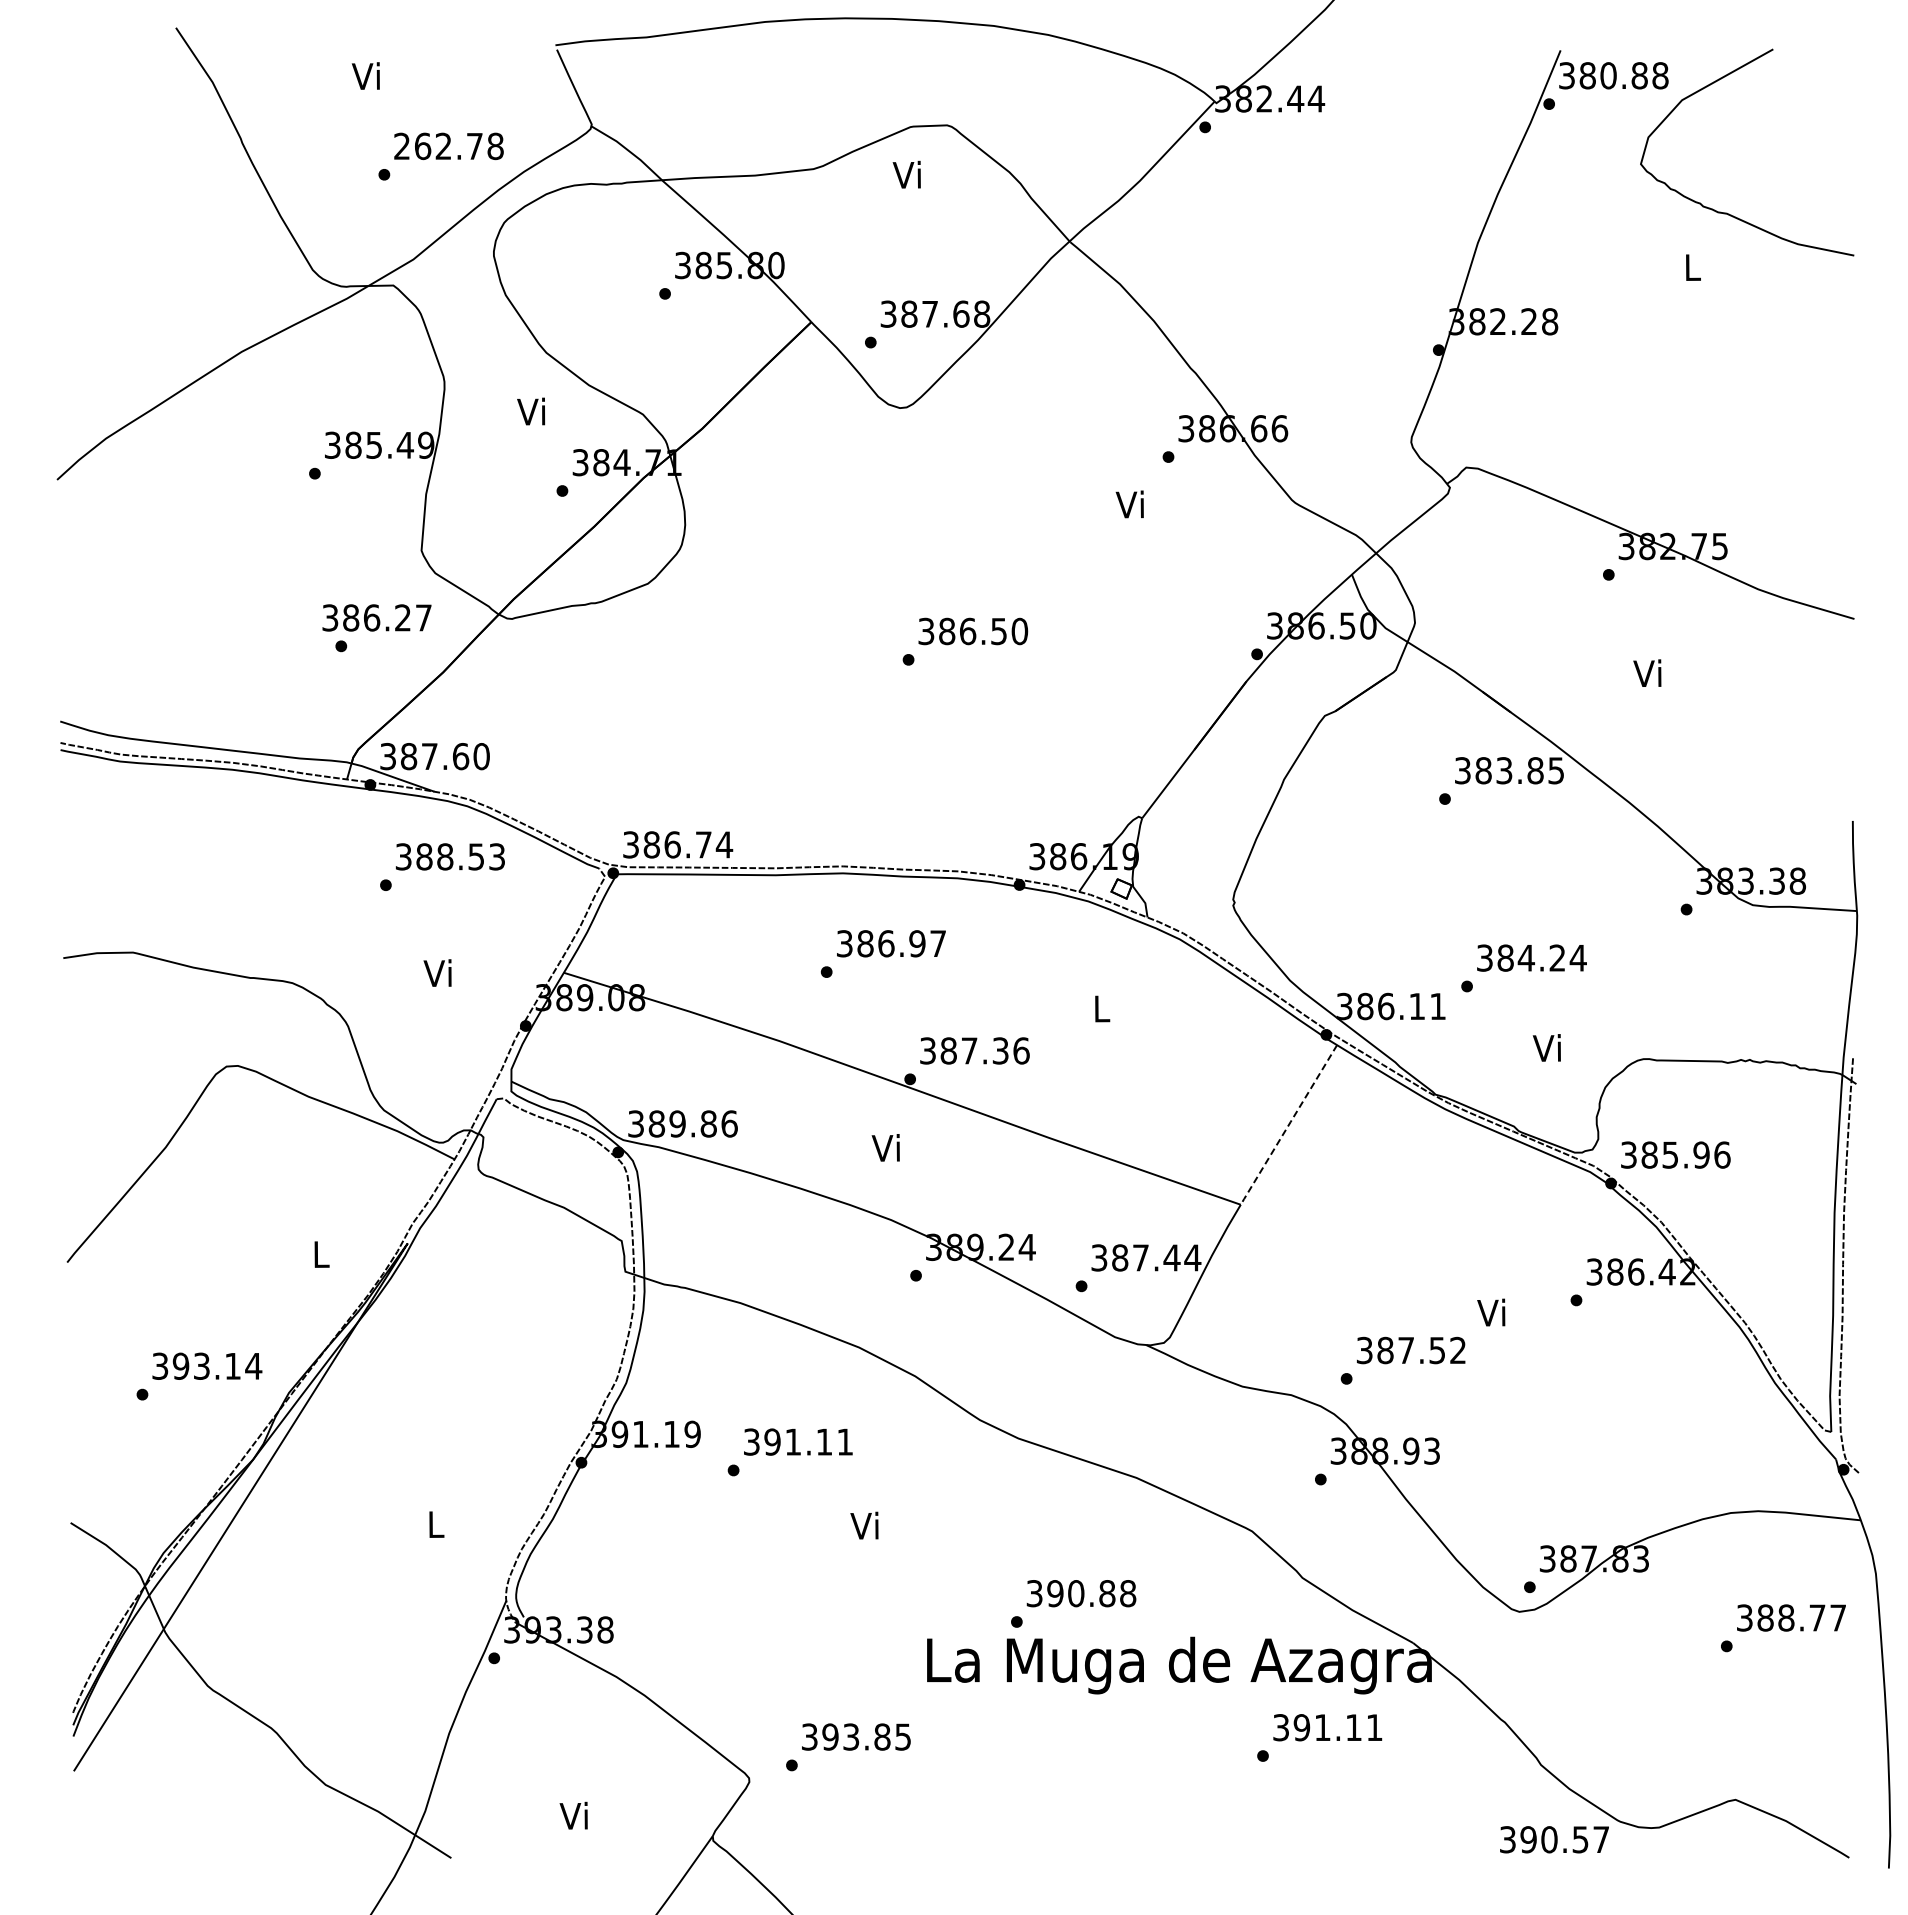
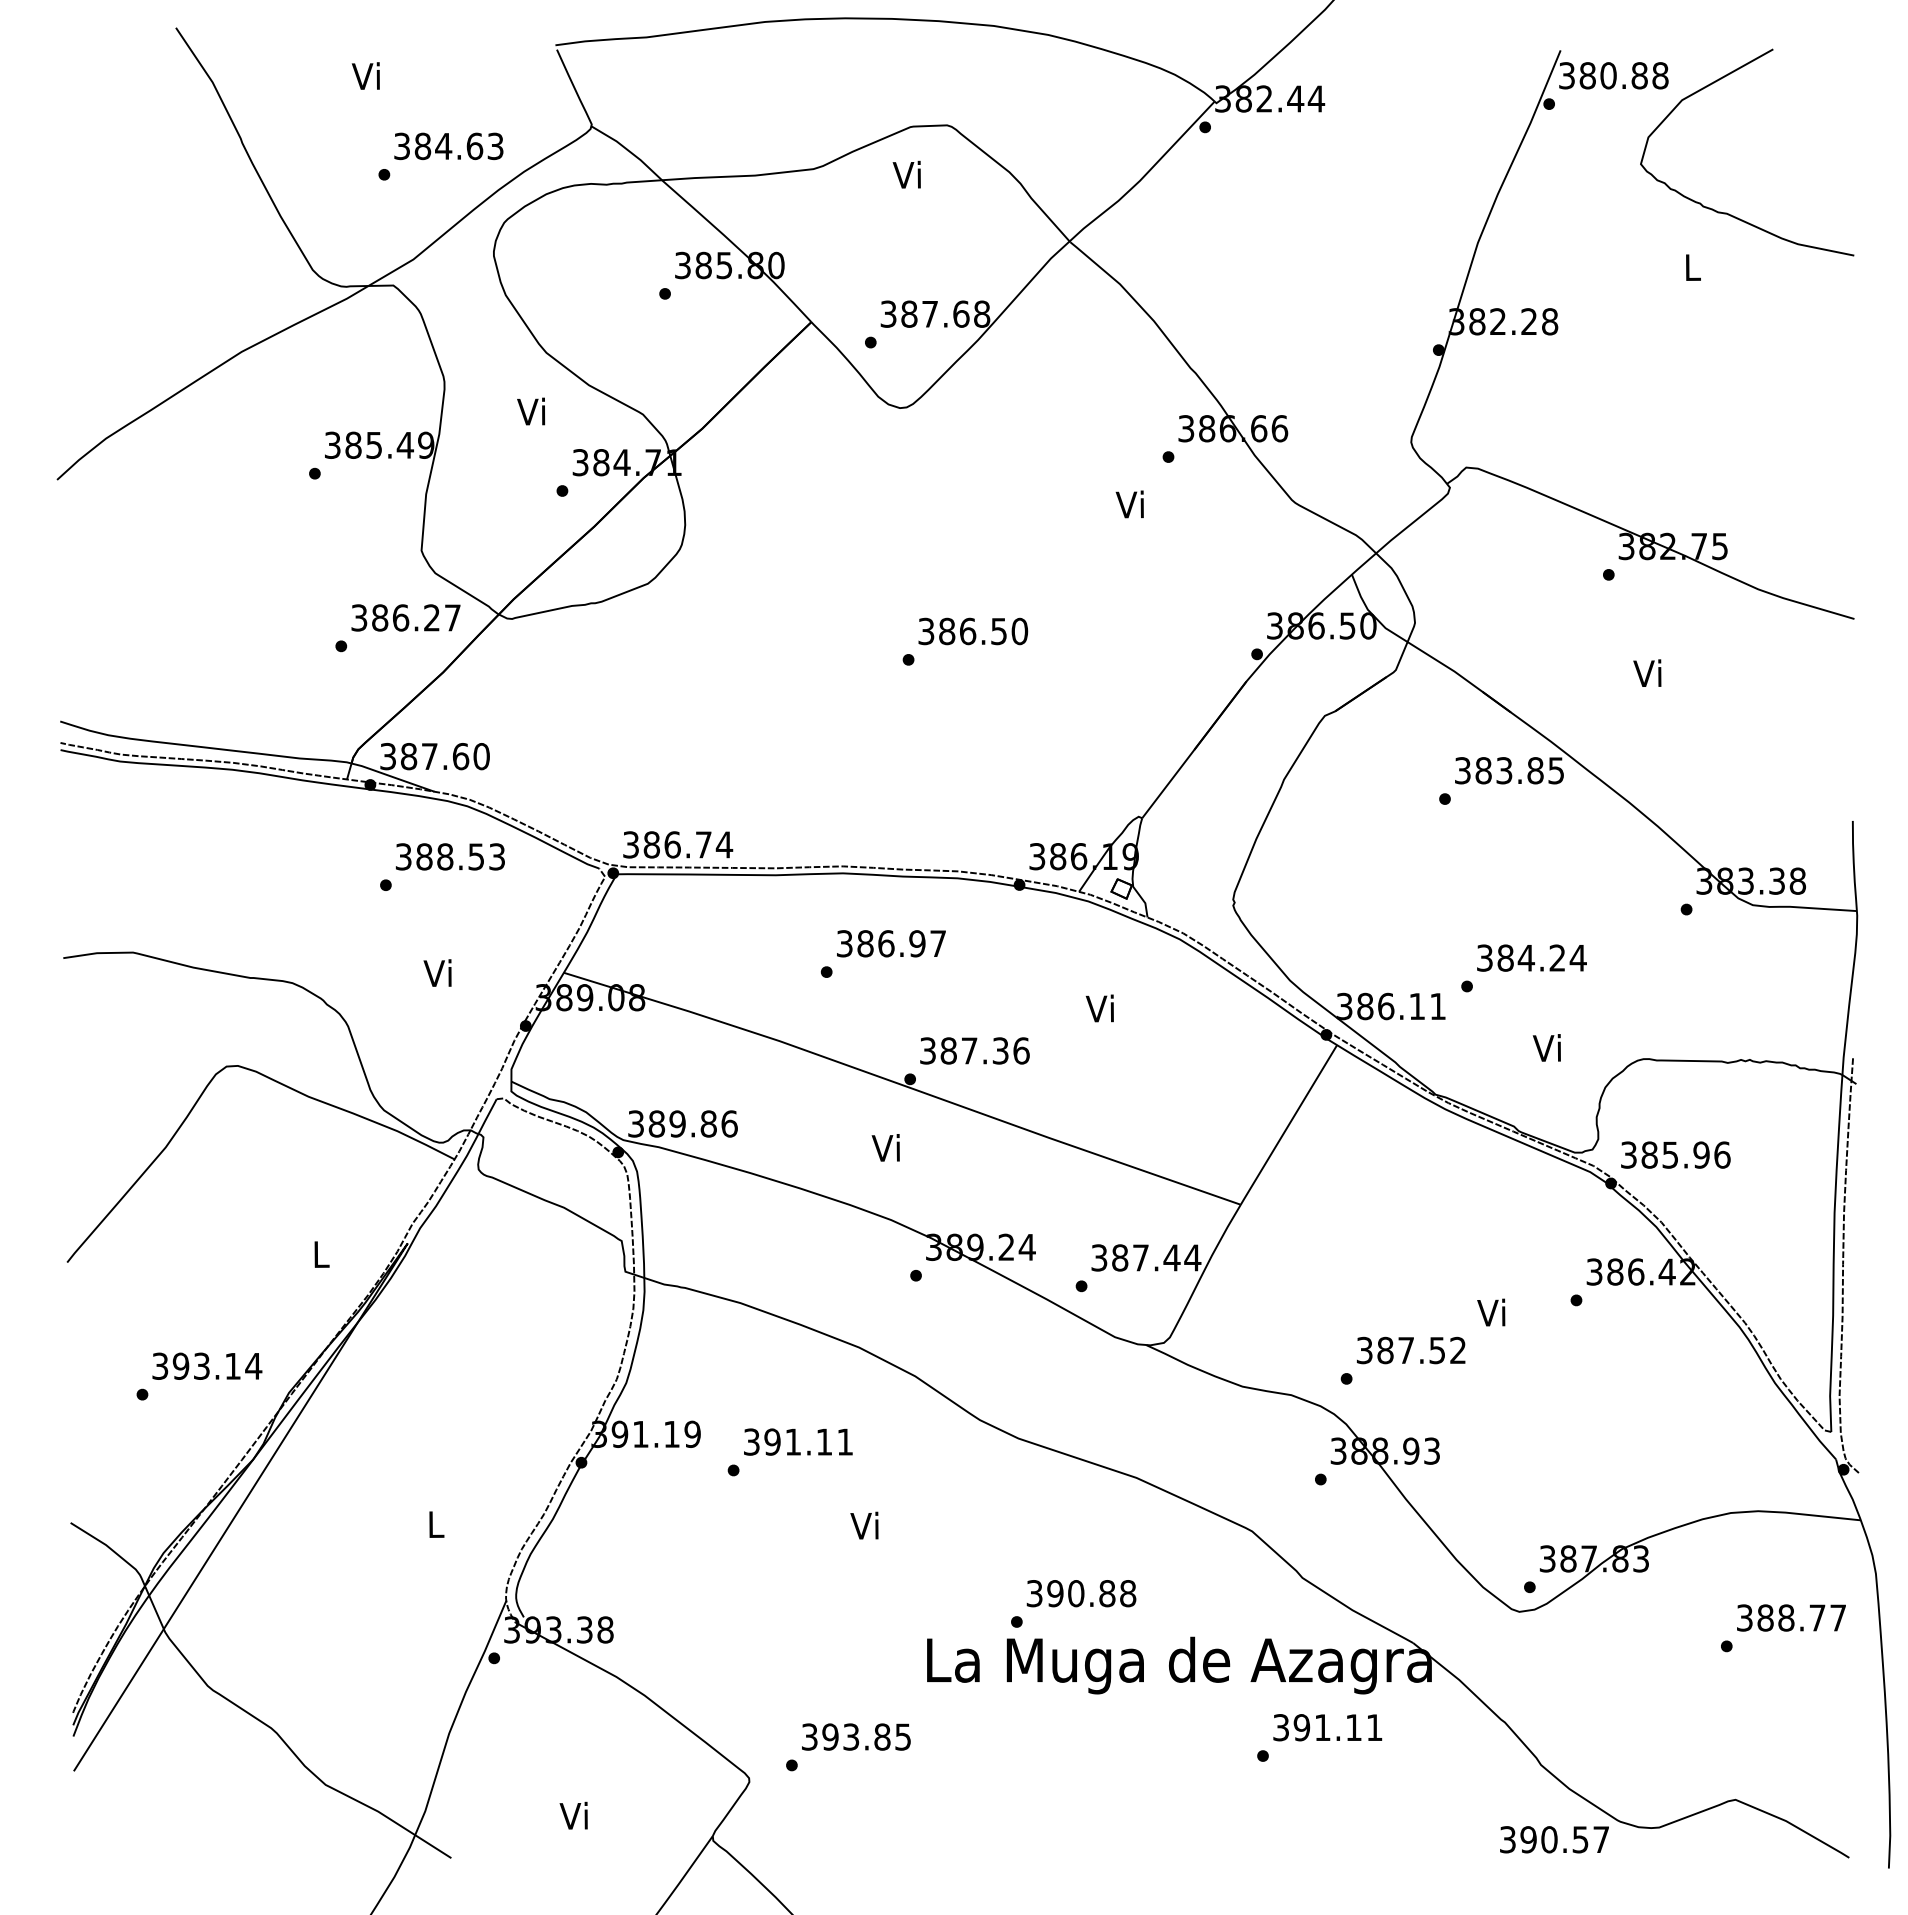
text at (448, 146): 262.78 -> 384.63
text at (376, 617) position: (376, 617) -> (405, 617)
text at (1099, 1008): L -> Vi
line at (1288, 1125): dashed -> solid
